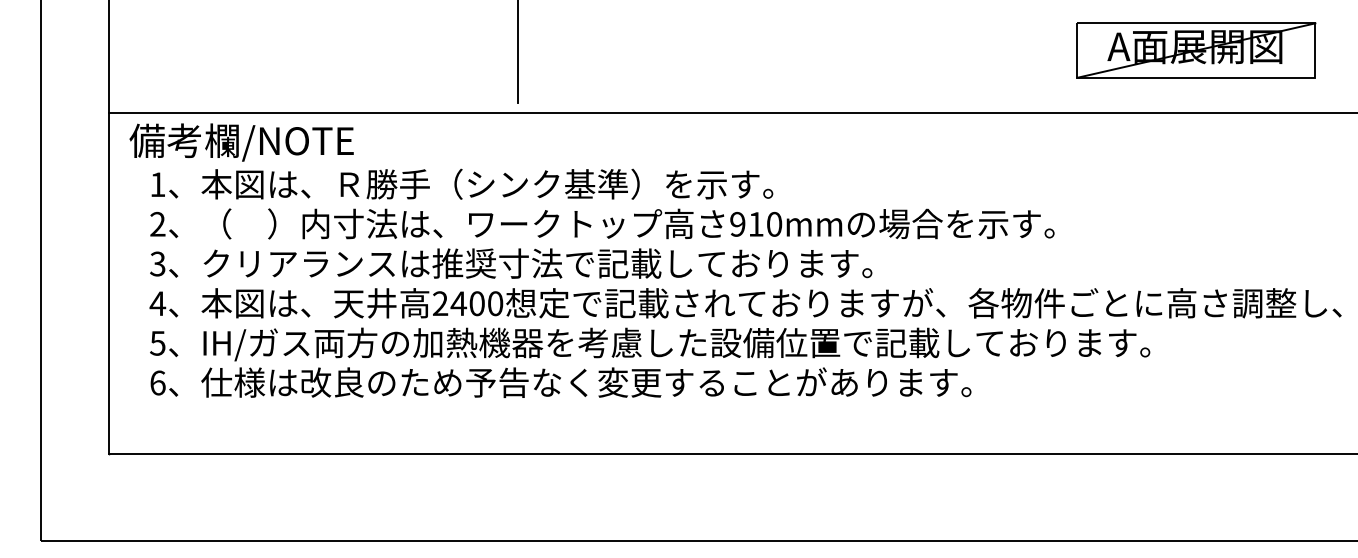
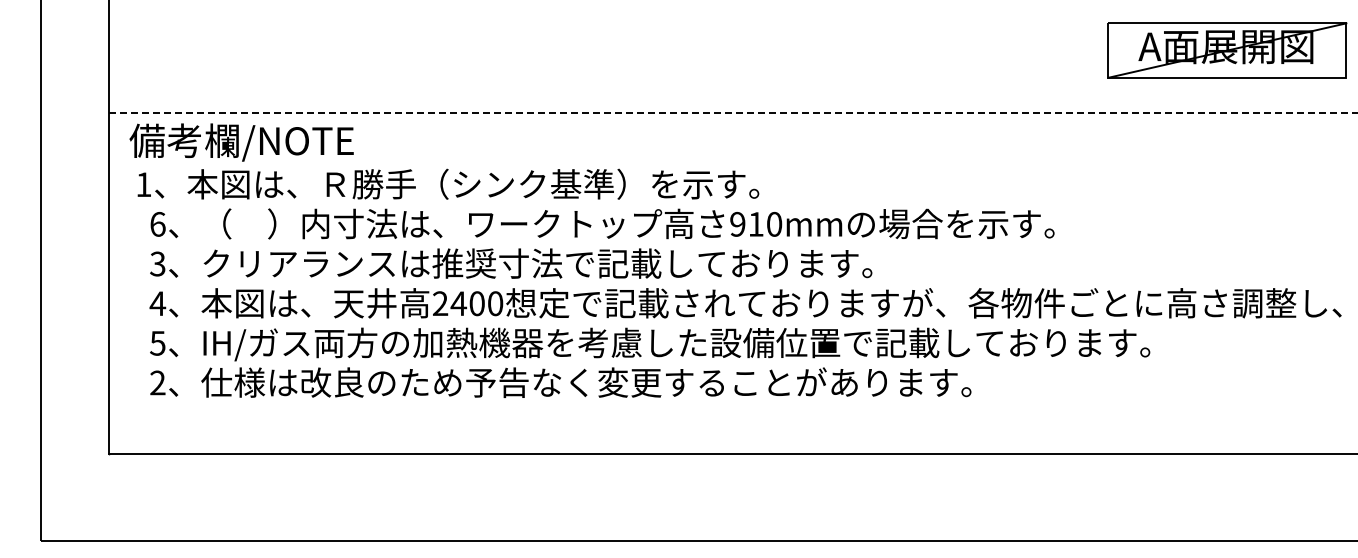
part at (1196, 50) position: (1196, 50) -> (1227, 50)
line at (517, 52): present -> none
line at (733, 112): solid -> dashed
text at (462, 183) position: (462, 183) -> (448, 183)
text at (157, 223): 2 -> 6
text at (157, 382): 6 -> 2
